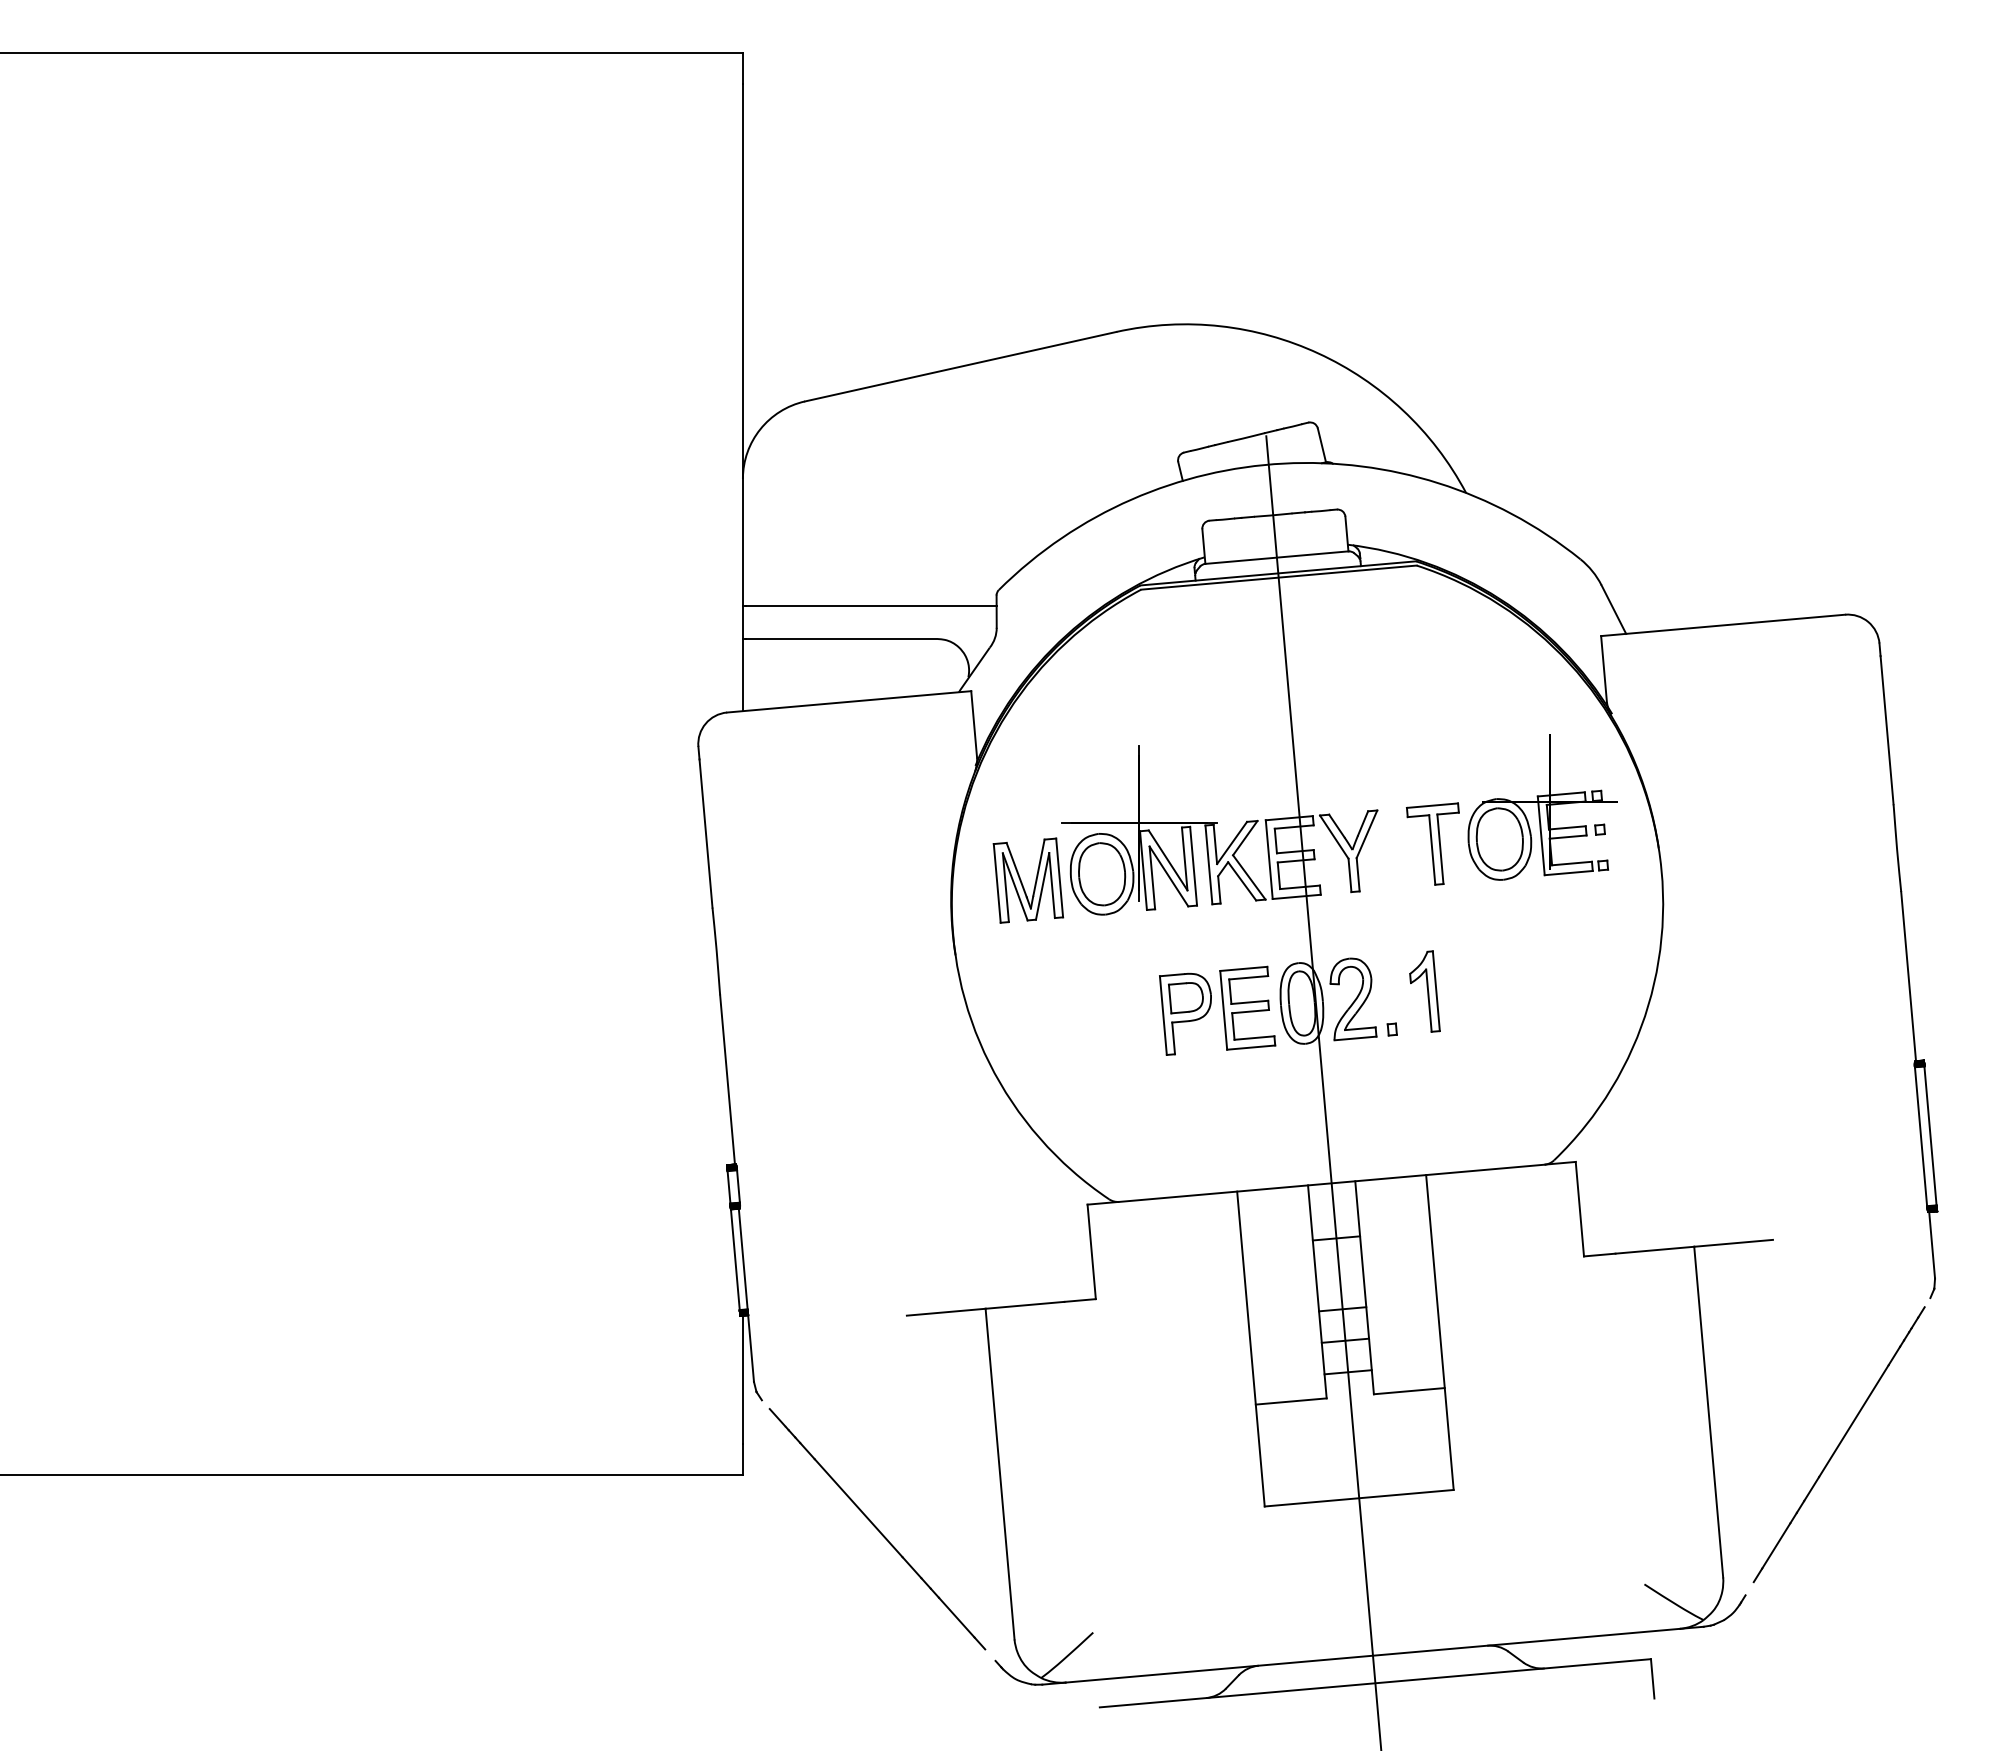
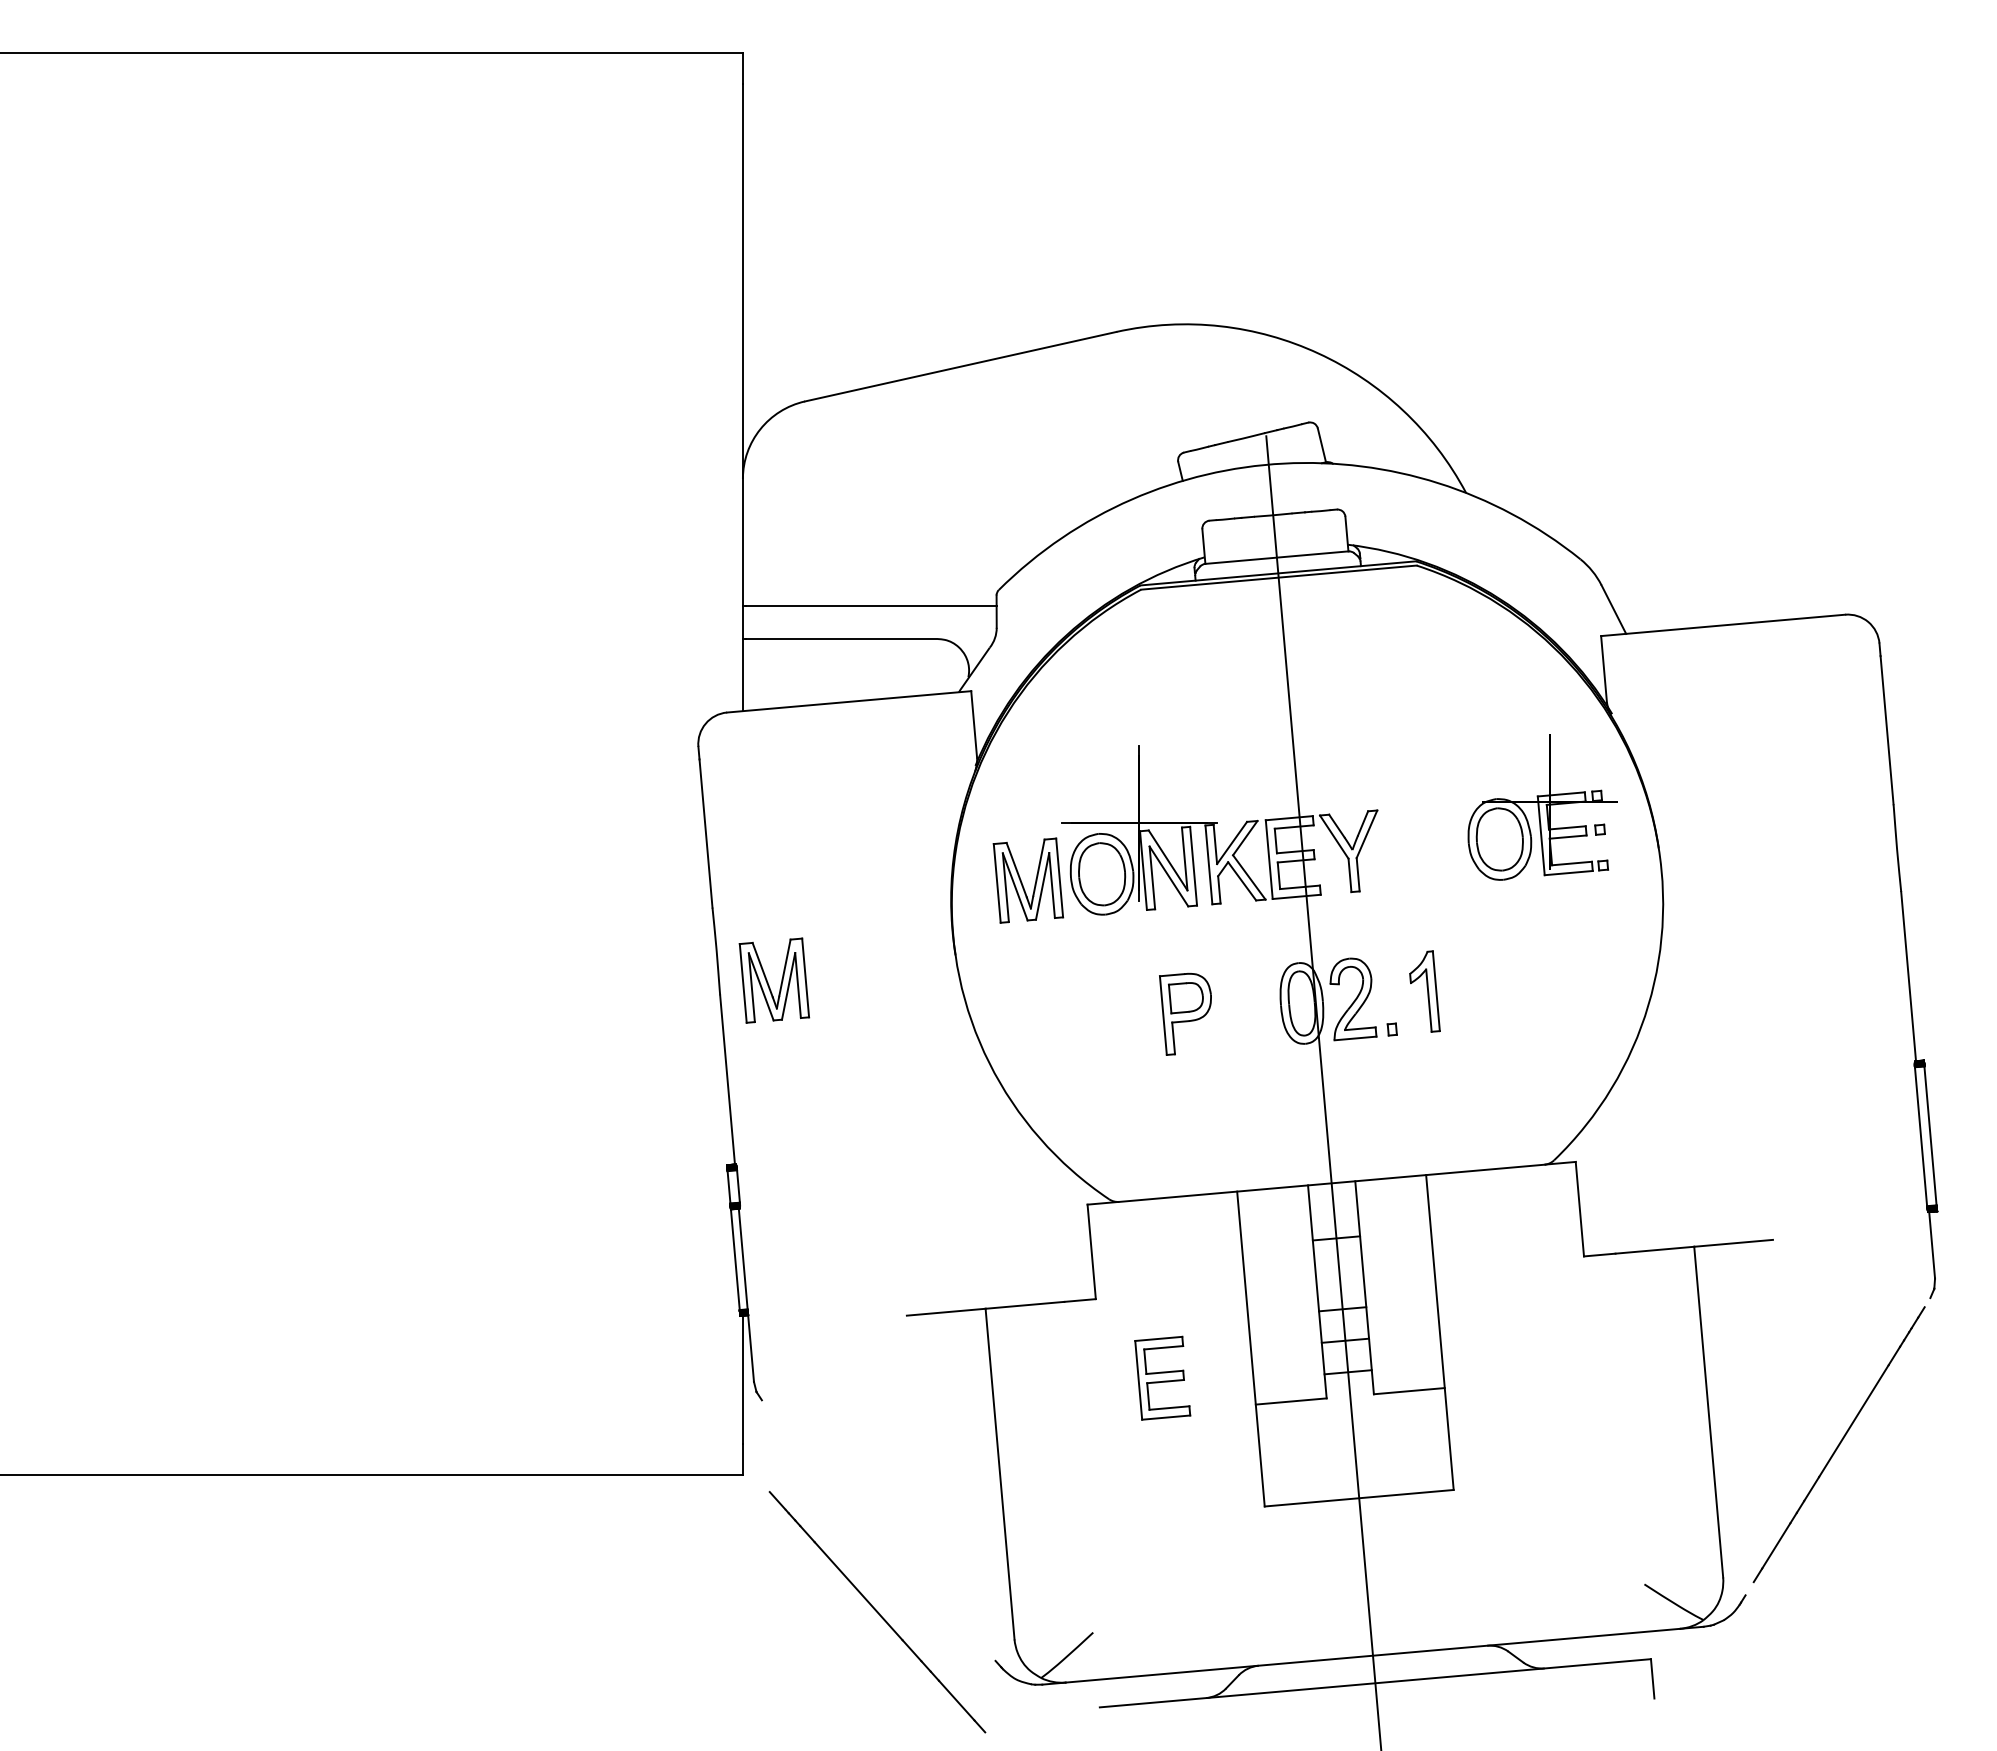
part at (1432, 843): present -> none
part at (768, 982): none -> present
part at (1247, 1007) position: (1247, 1007) -> (1162, 1377)
line at (877, 1529) position: (877, 1529) -> (877, 1612)
